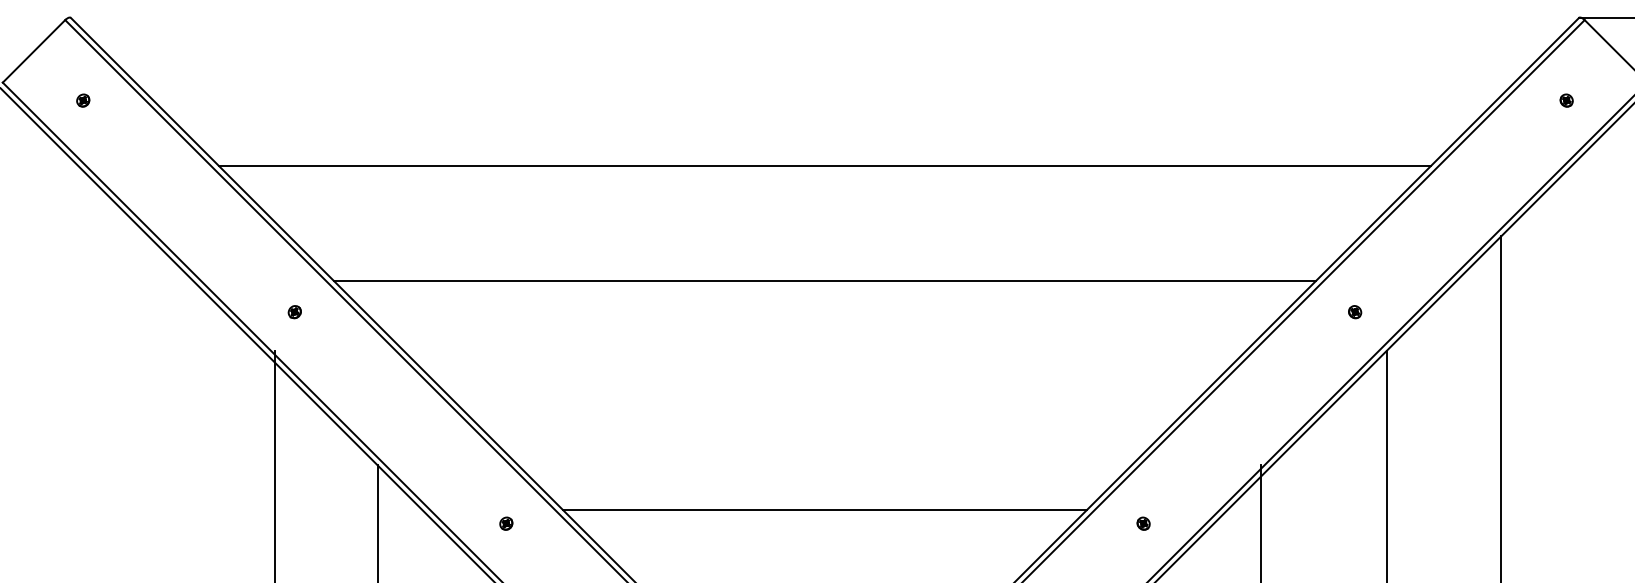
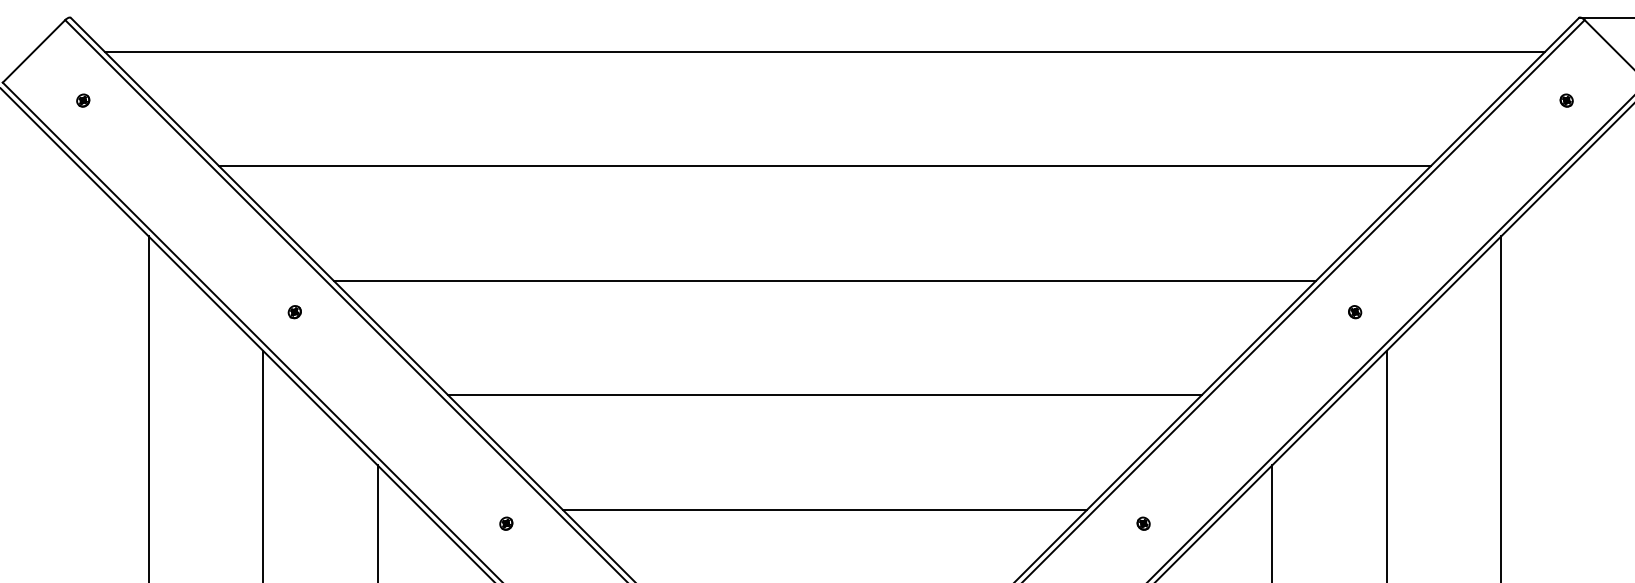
line at (824, 51): none -> present
line at (824, 395): none -> present
line at (148, 407): none -> present
line at (275, 465) position: (275, 465) -> (263, 465)
line at (1261, 522) position: (1261, 522) -> (1272, 522)
